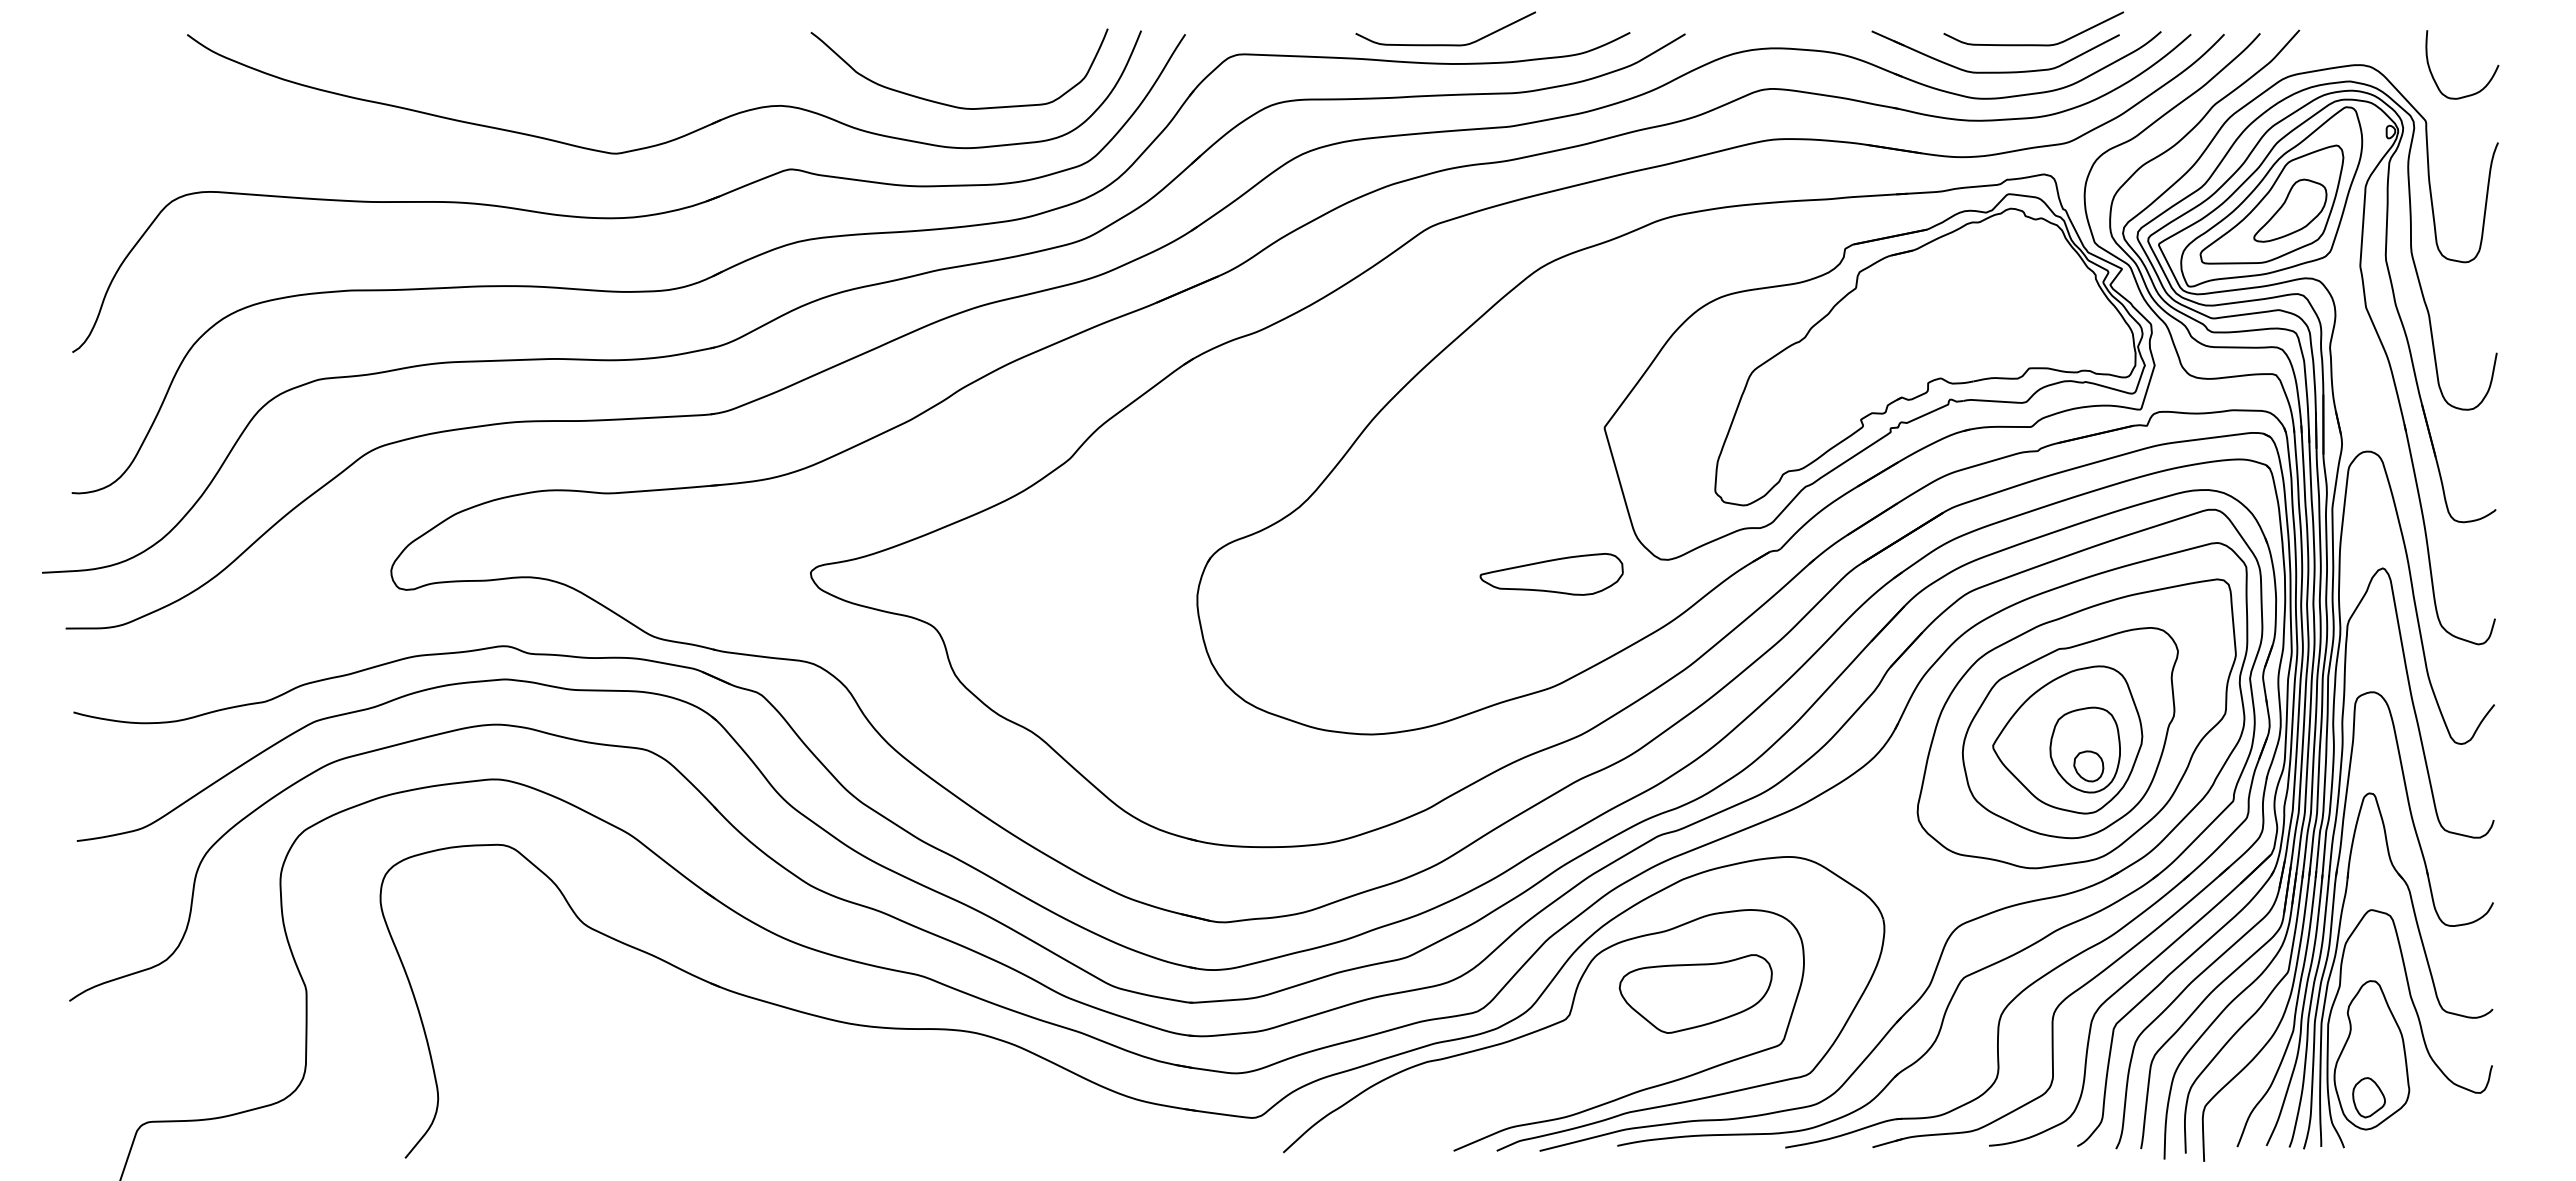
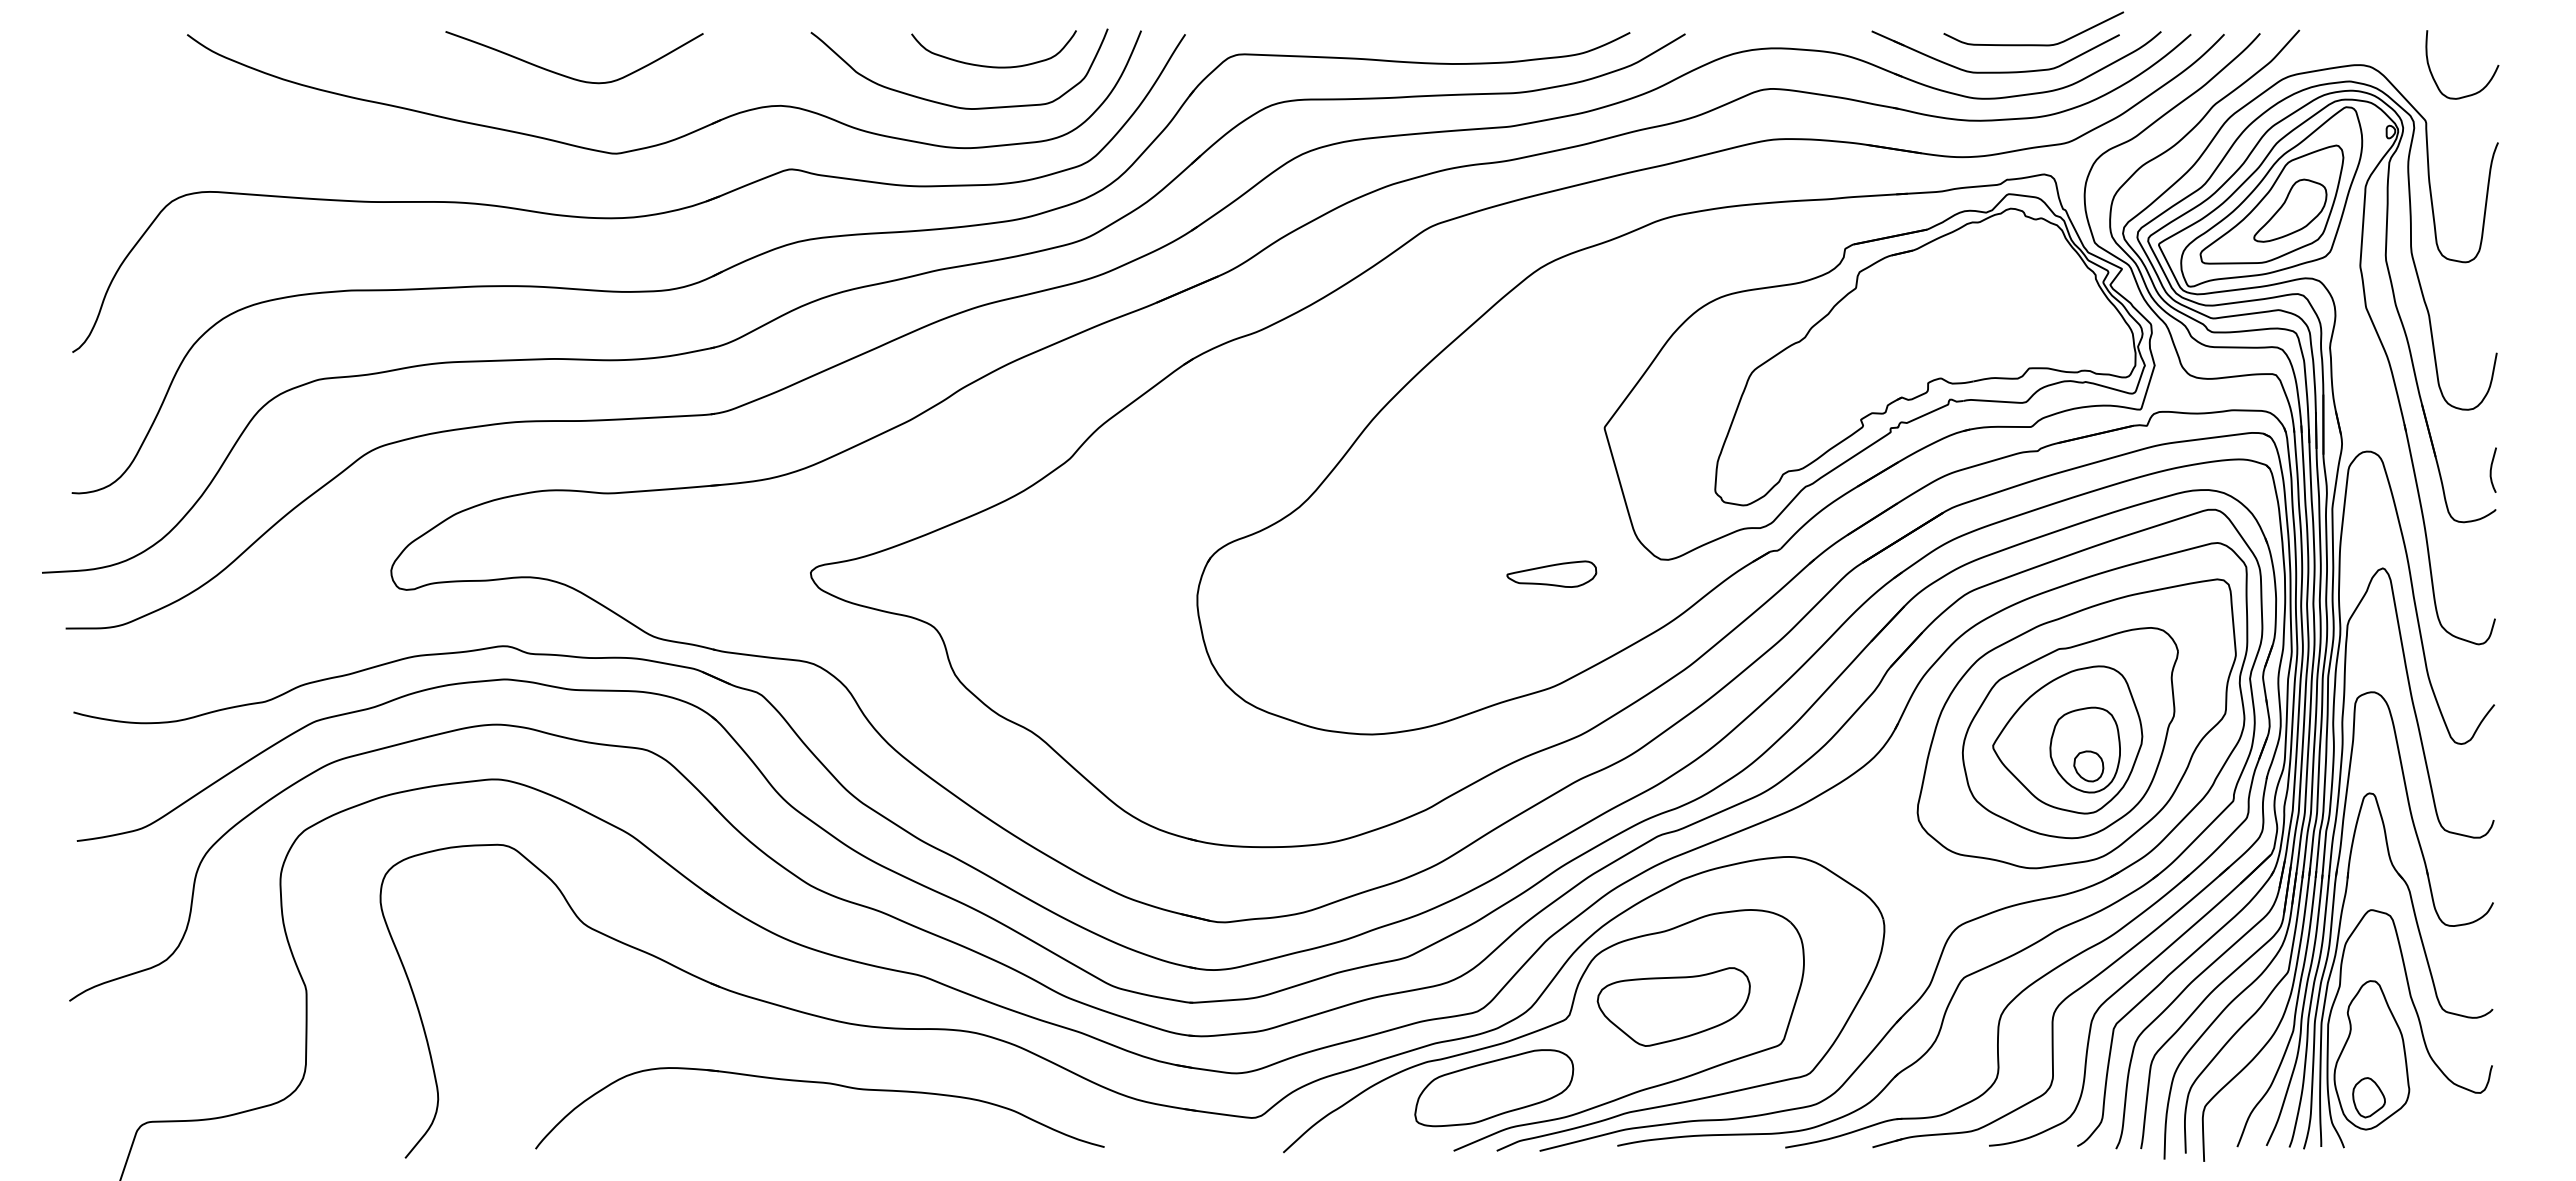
curve at (1445, 44): present -> none
curve at (988, 65): none -> present
curve at (569, 76): none -> present
curve at (2491, 469): none -> present
part at (1551, 574) size: 145x43 px -> 92x28 px
part at (1695, 993) position: (1695, 993) -> (1673, 1006)
part at (819, 1083): none -> present
part at (1494, 1088): none -> present
